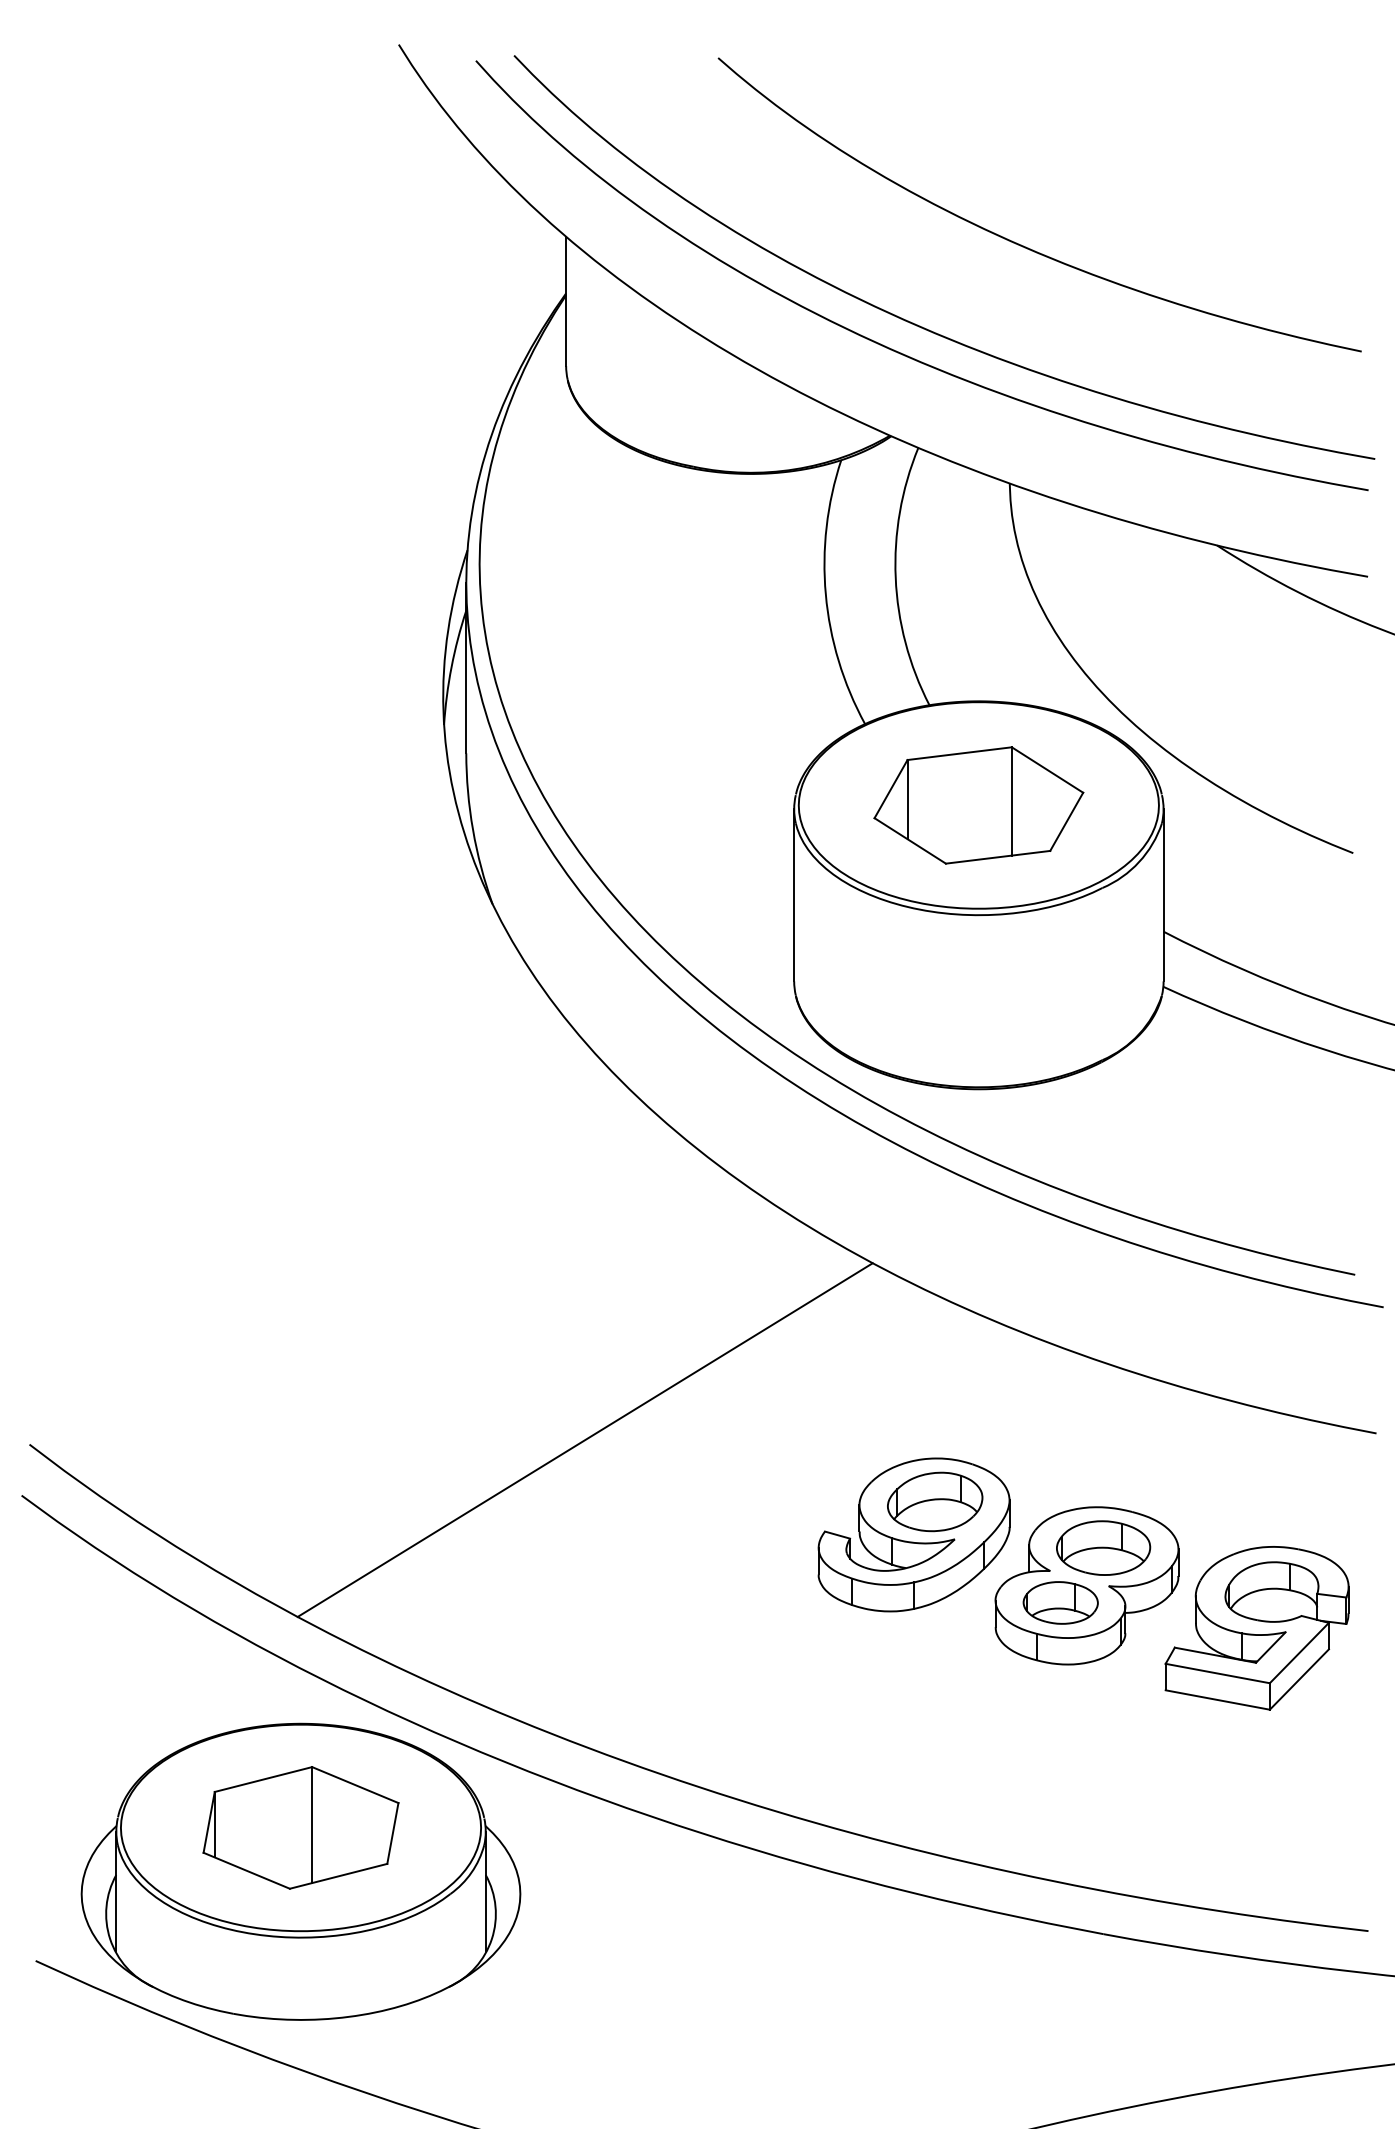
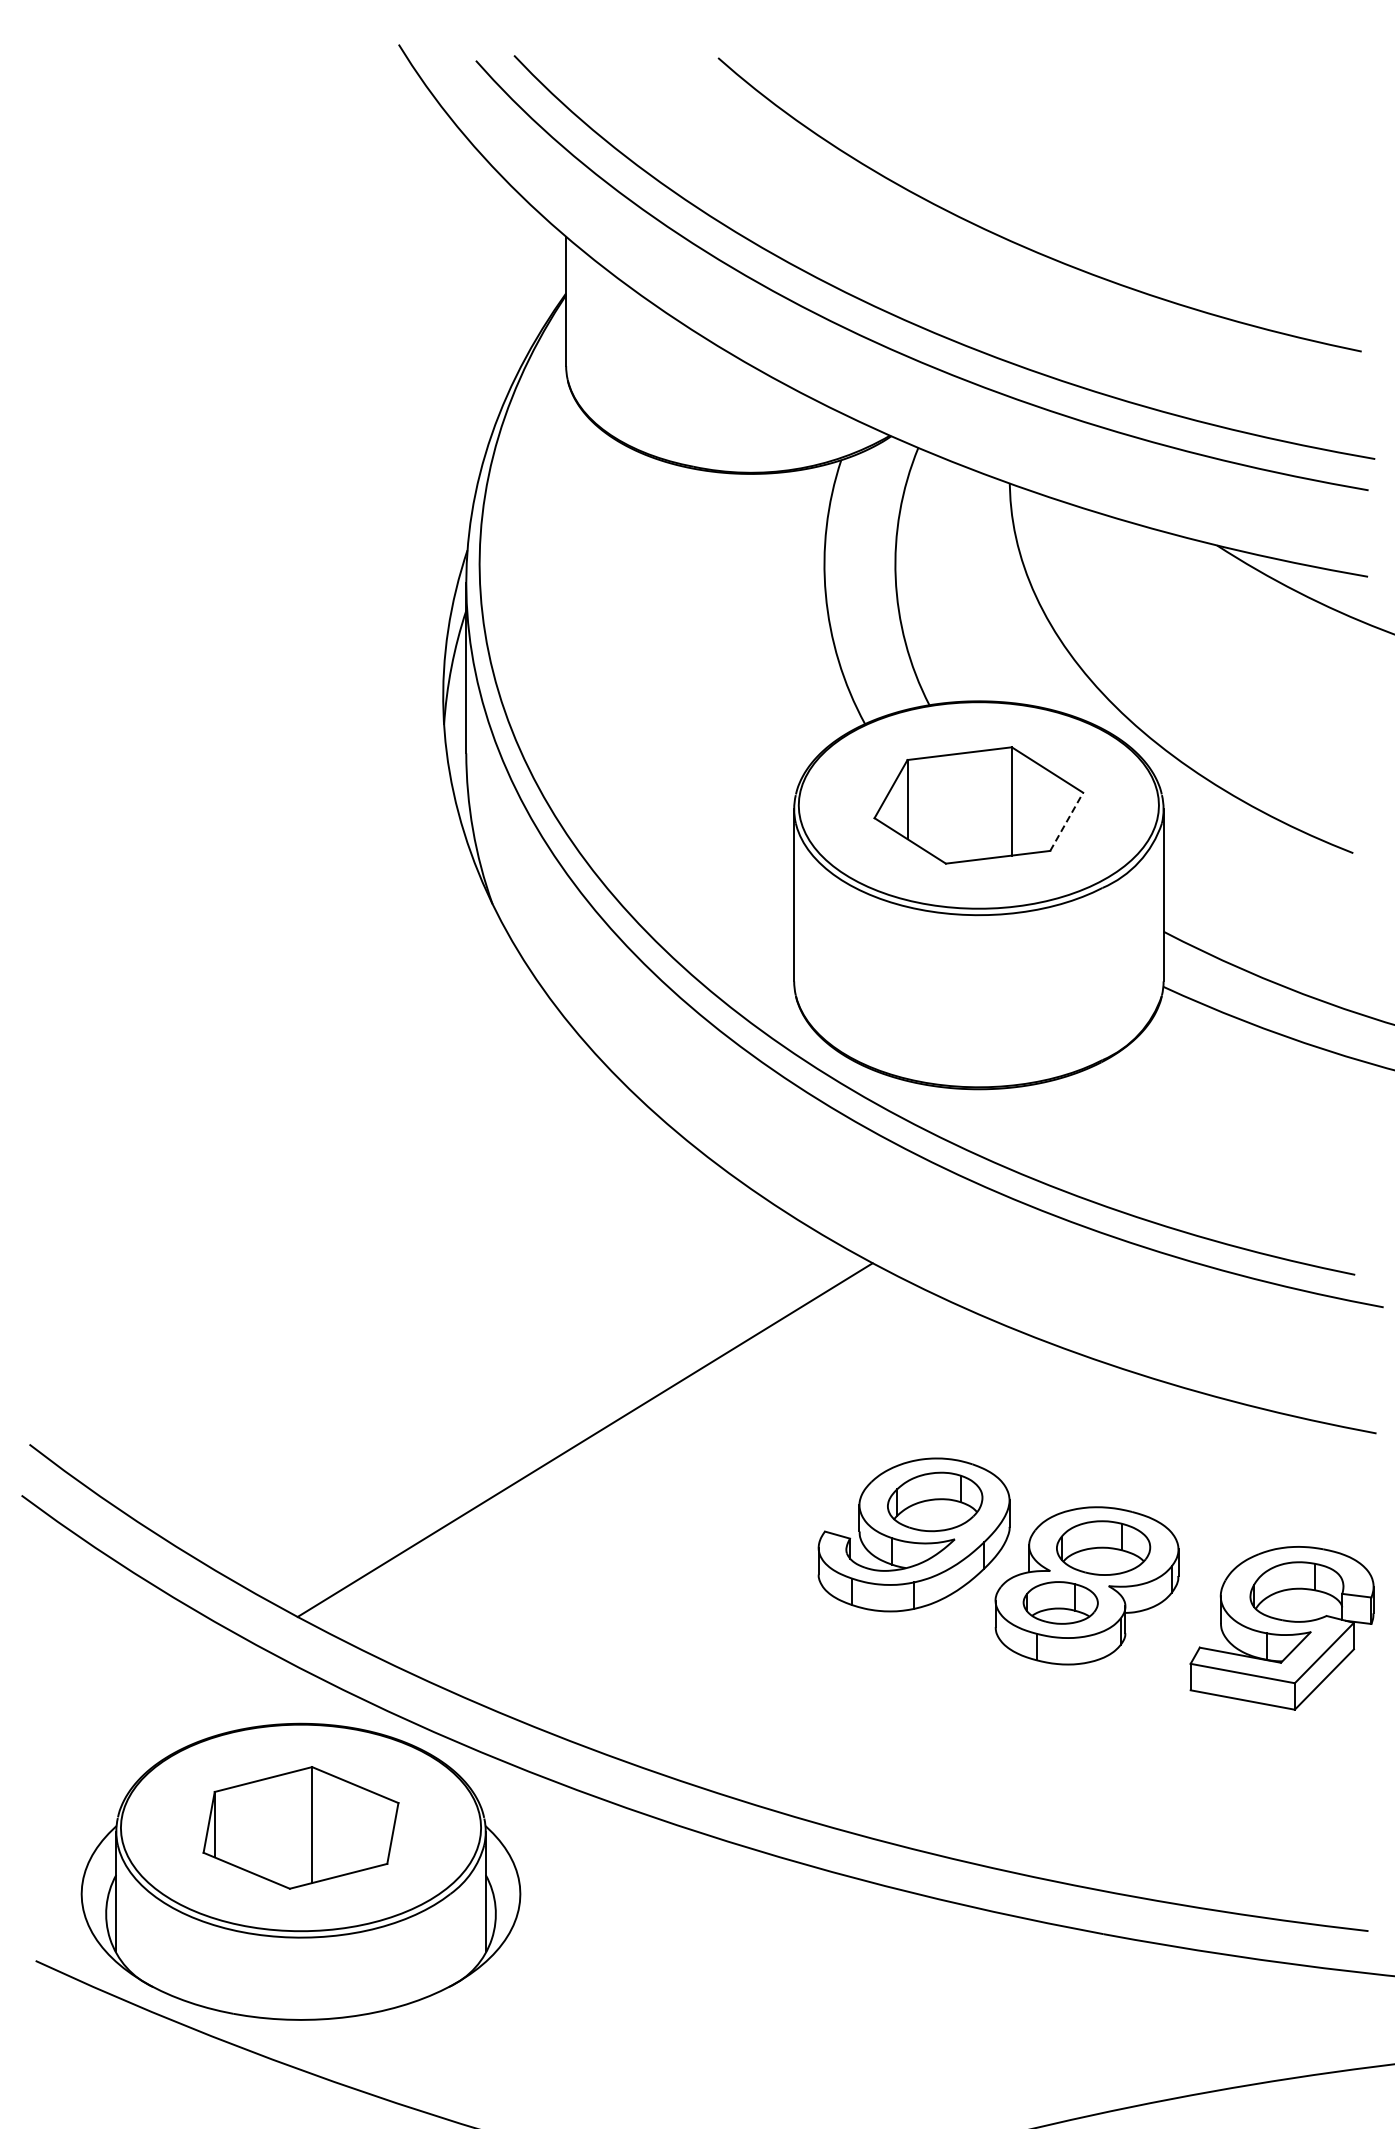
line at (1066, 821): solid -> dashed
part at (1256, 1628) position: (1256, 1628) -> (1281, 1628)
